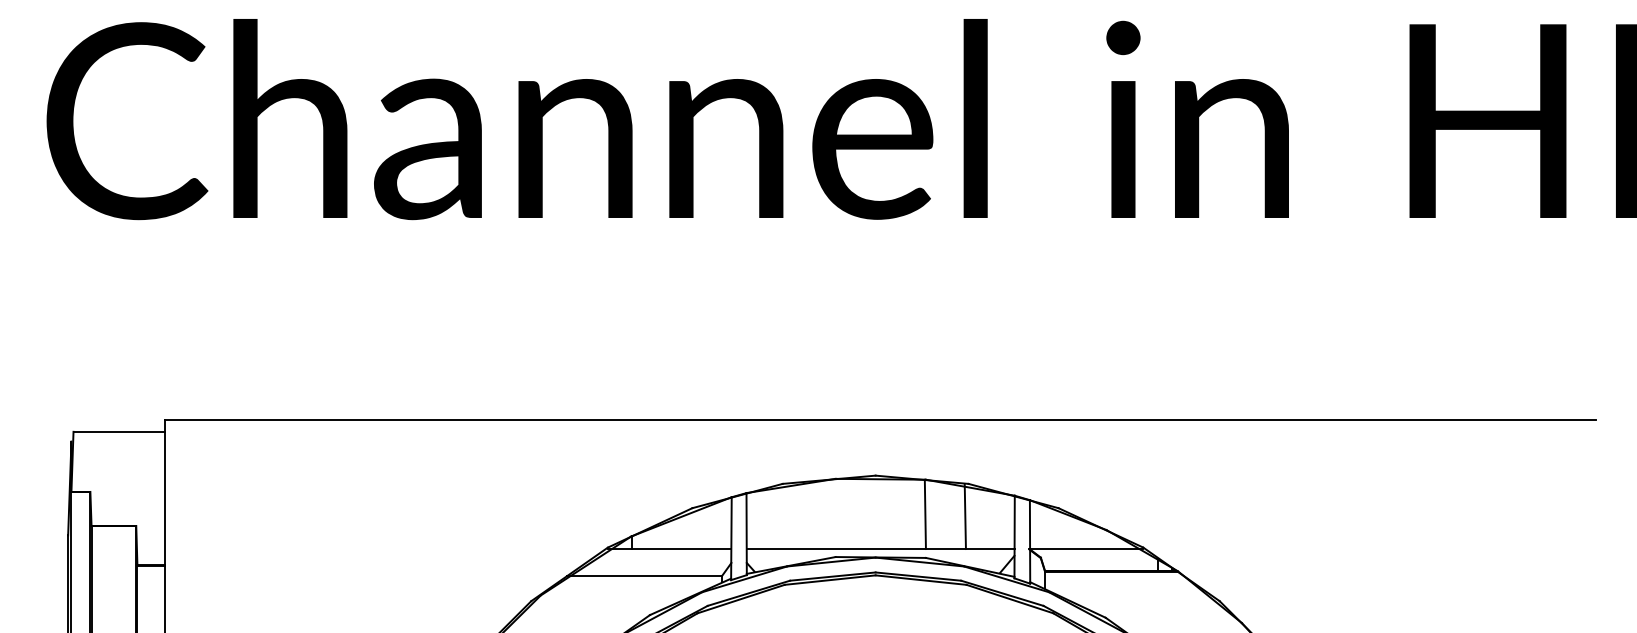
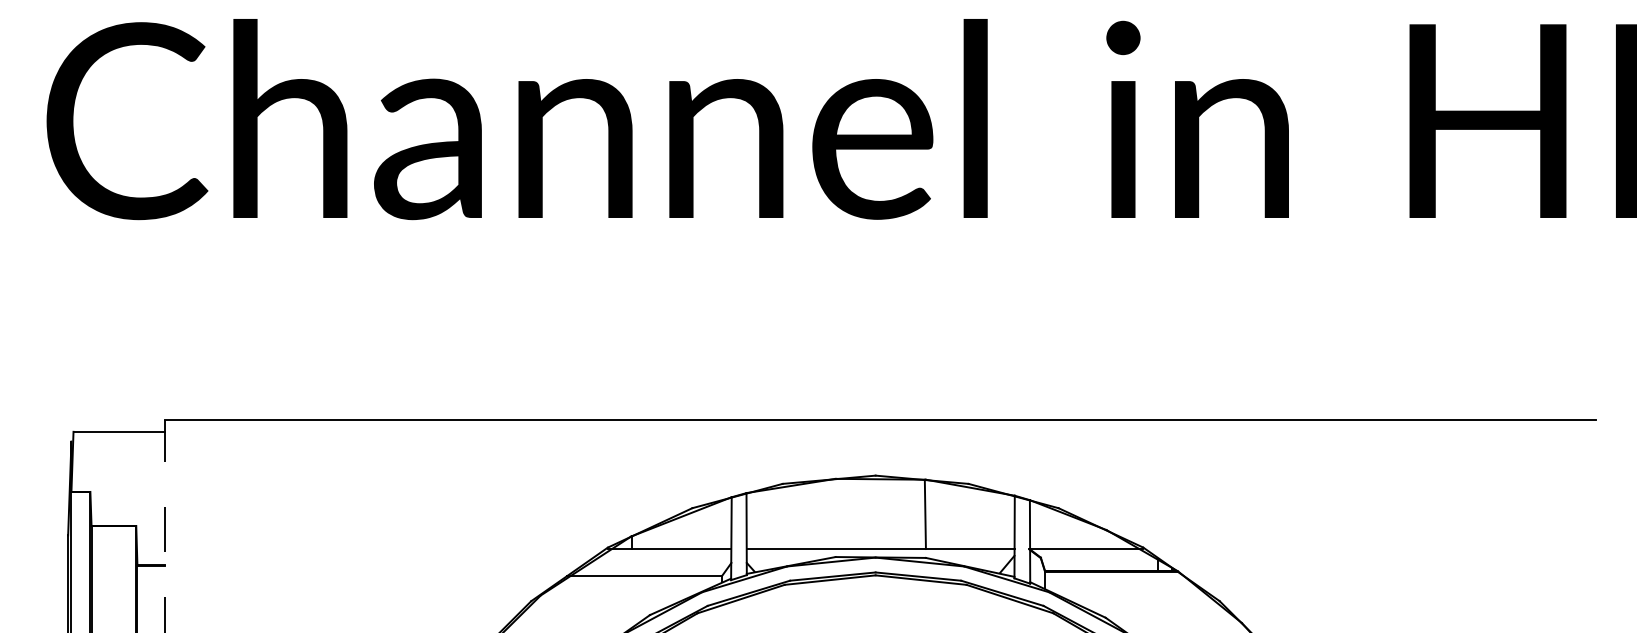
line at (964, 516): present -> none
line at (165, 526): solid -> dashed
